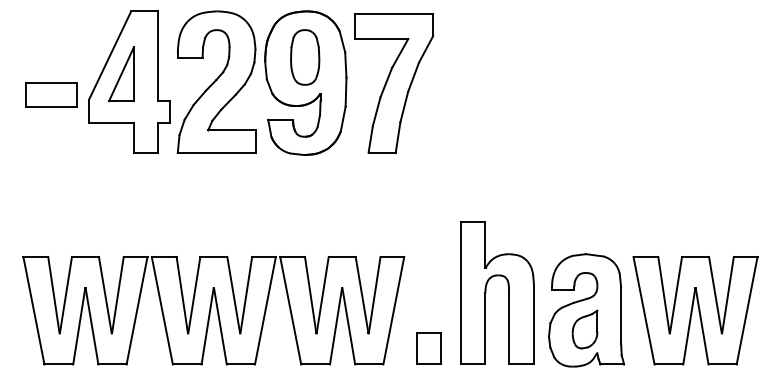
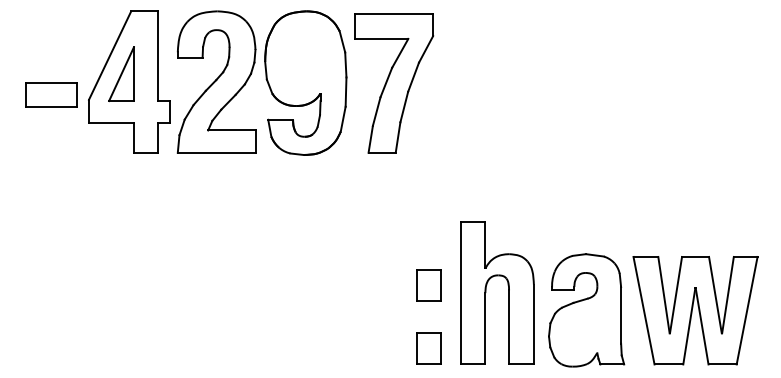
part at (305, 57): present -> none
part at (428, 285): none -> present
part at (213, 310): present -> none
part at (584, 329): present -> none
